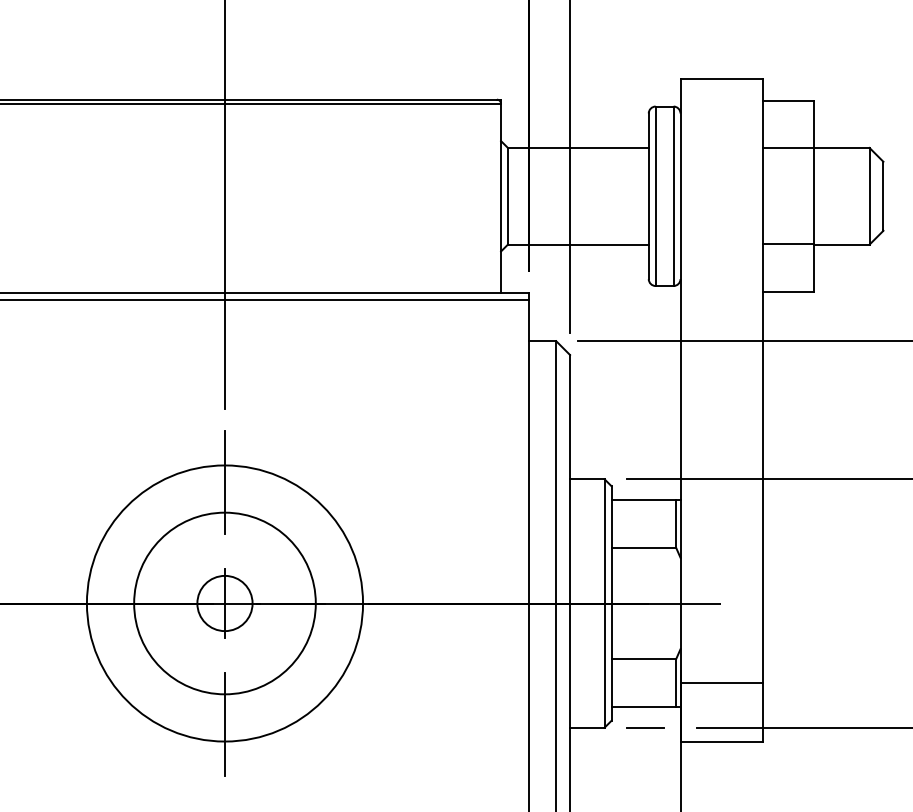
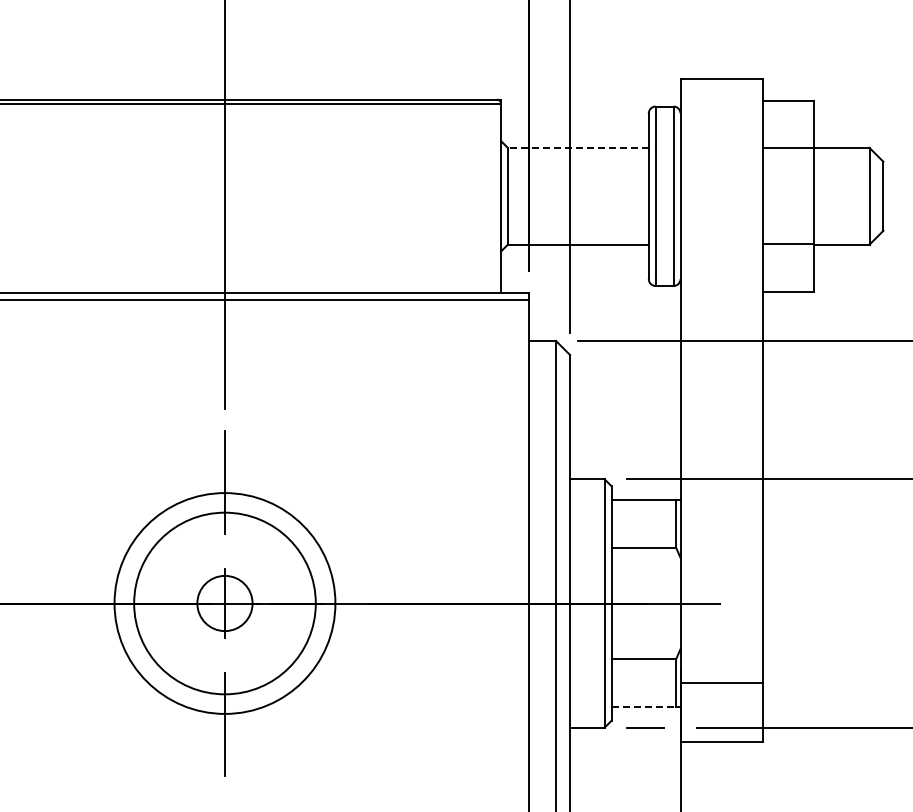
line at (577, 147): solid -> dashed
circle at (224, 603) diameter: 276 px -> 221 px
line at (644, 707): solid -> dashed
